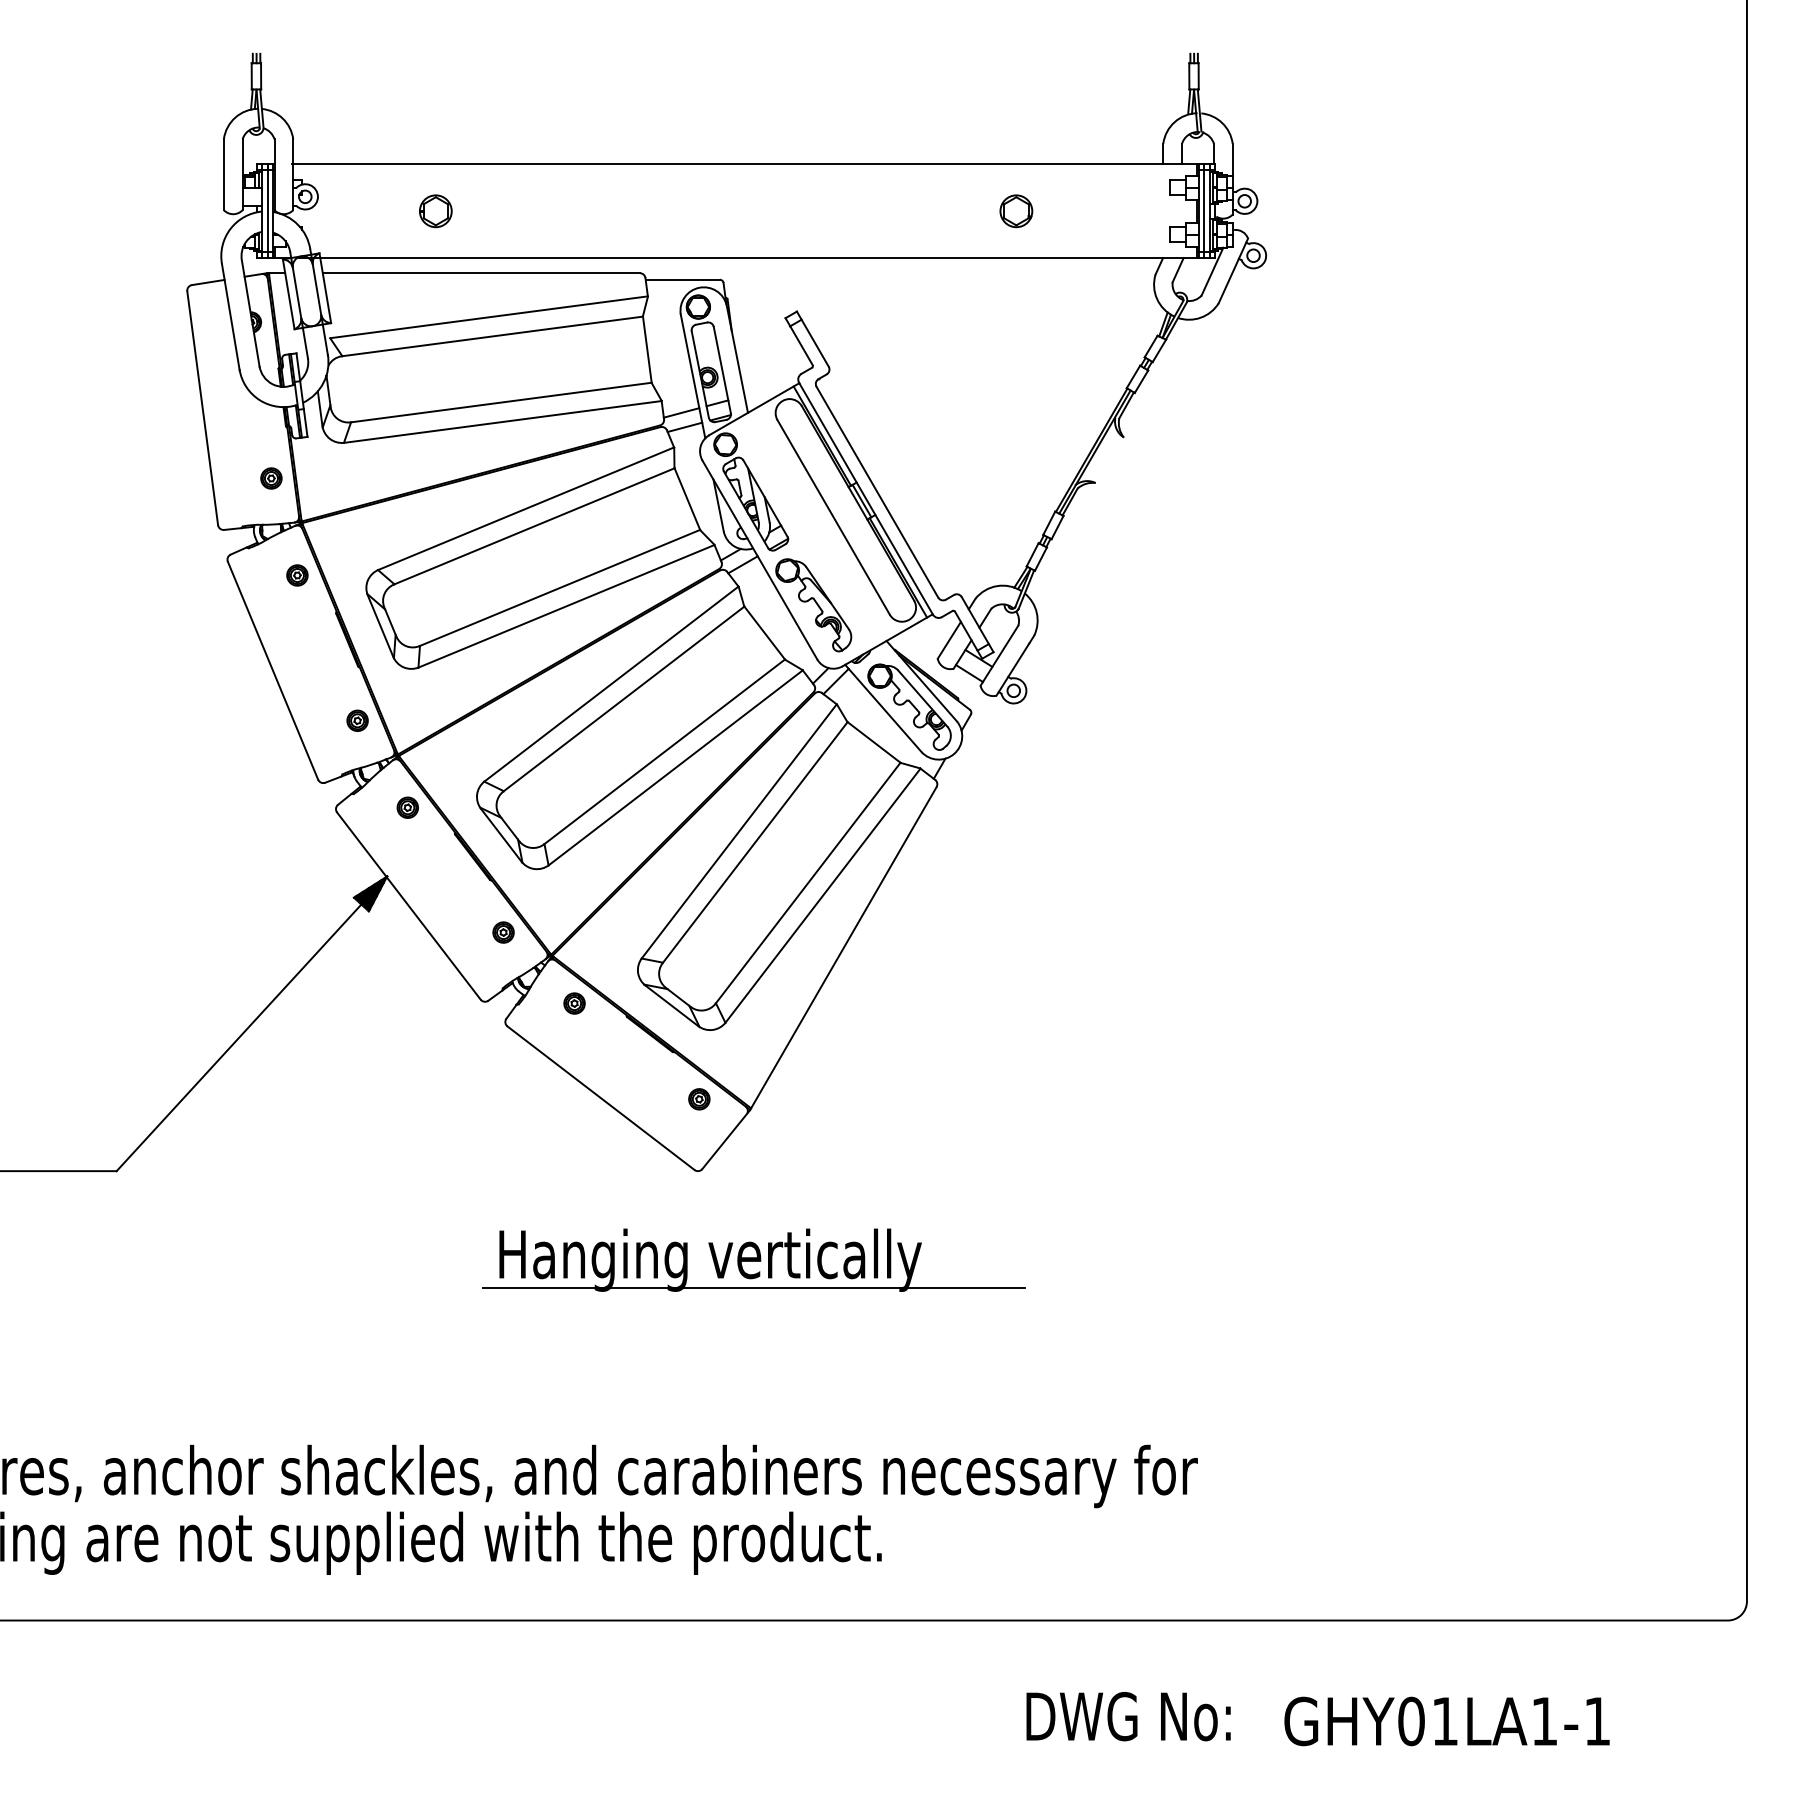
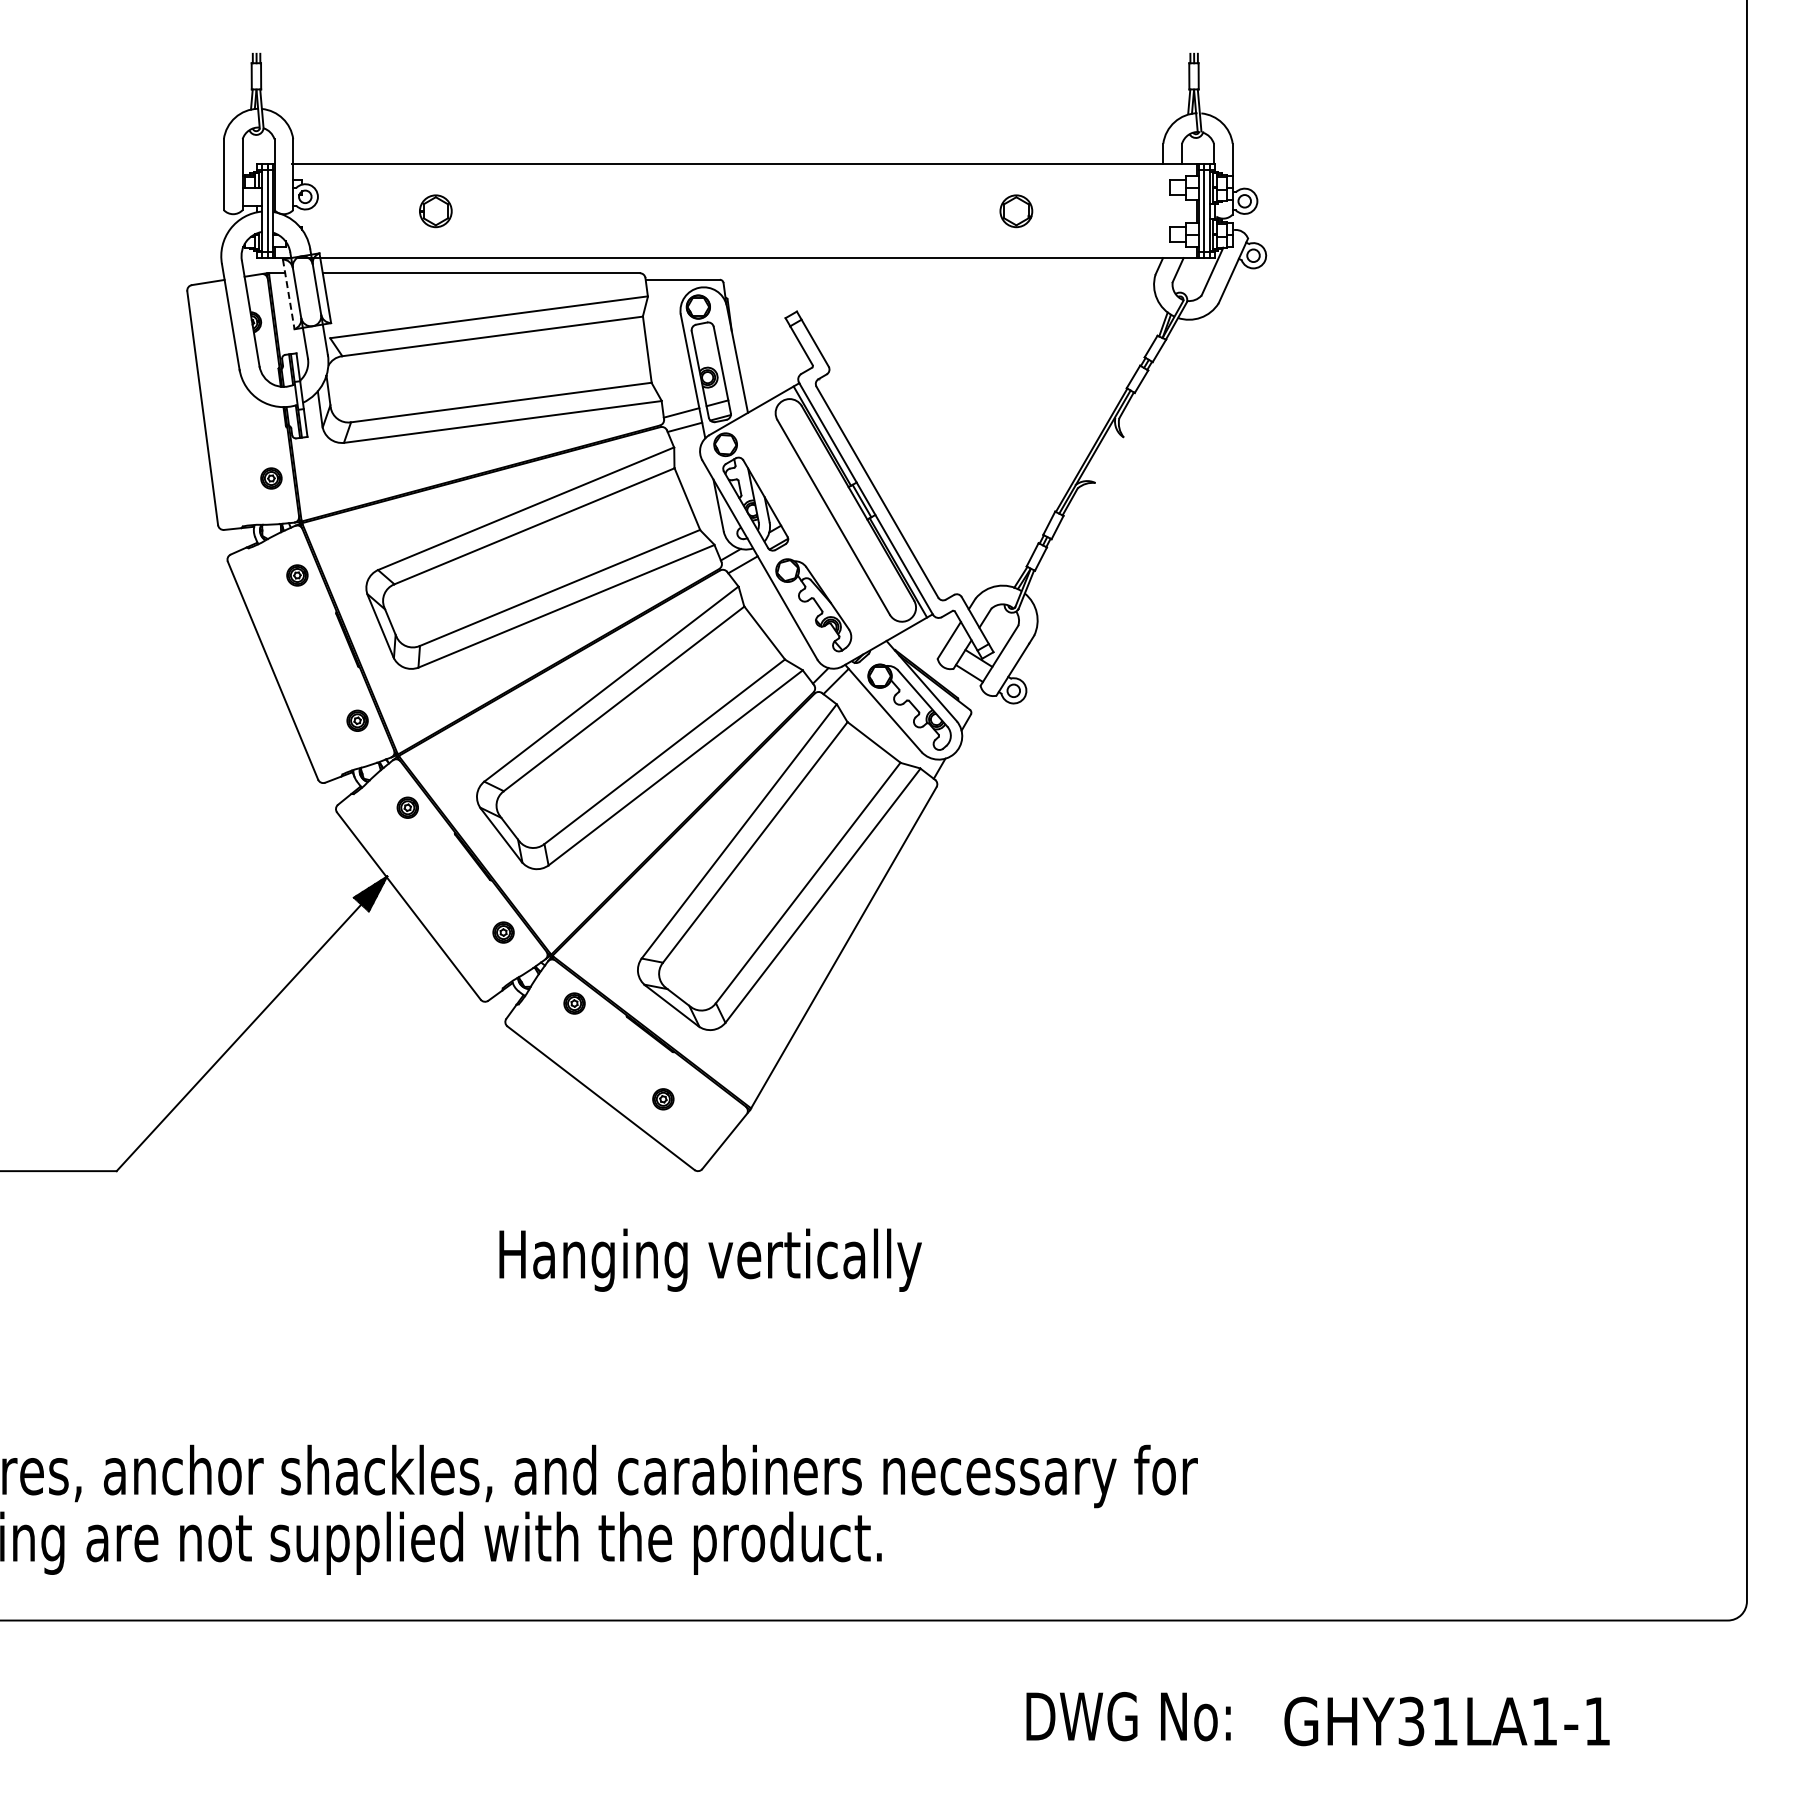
line at (288, 294): solid -> dashed
part at (699, 1099) position: (699, 1099) -> (663, 1099)
line at (753, 1288): present -> none
text at (1411, 1721): GHY01LA1-1 -> GHY31LA1-1
